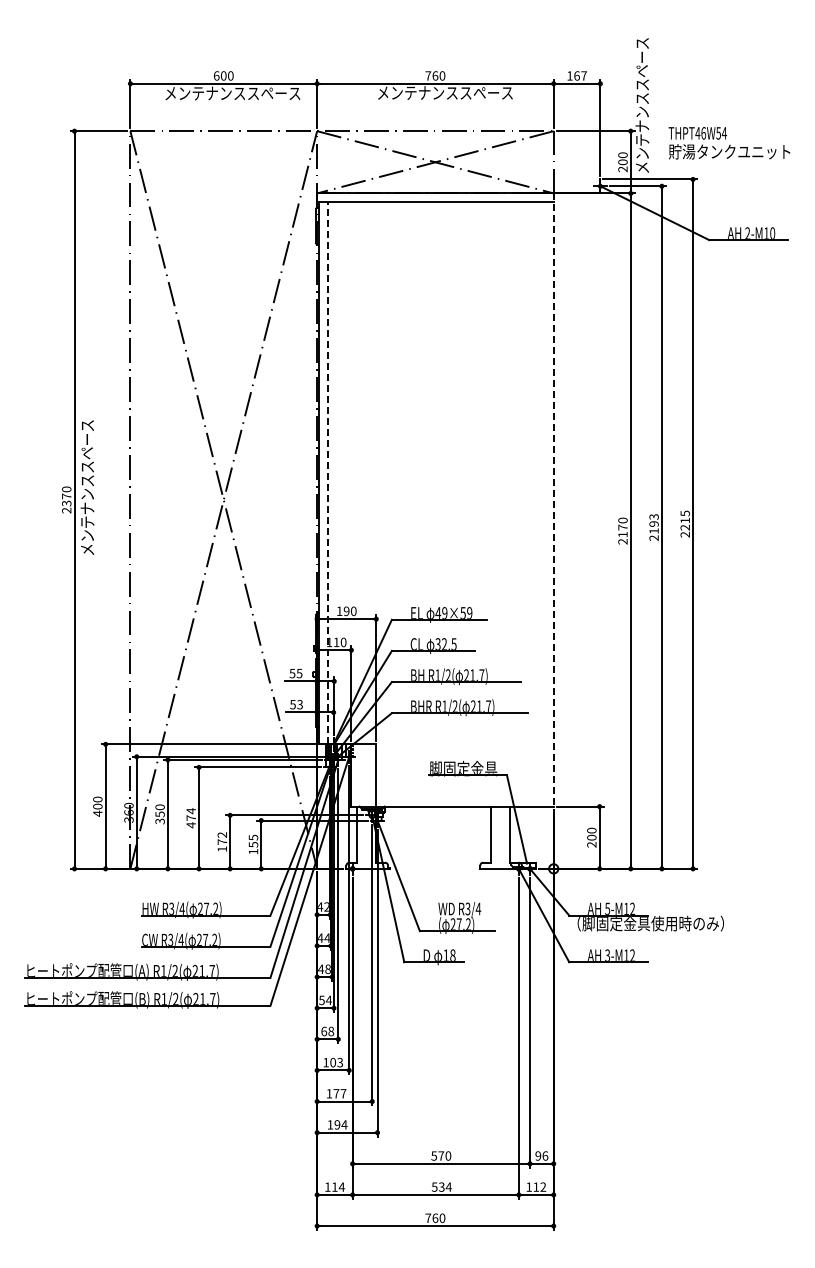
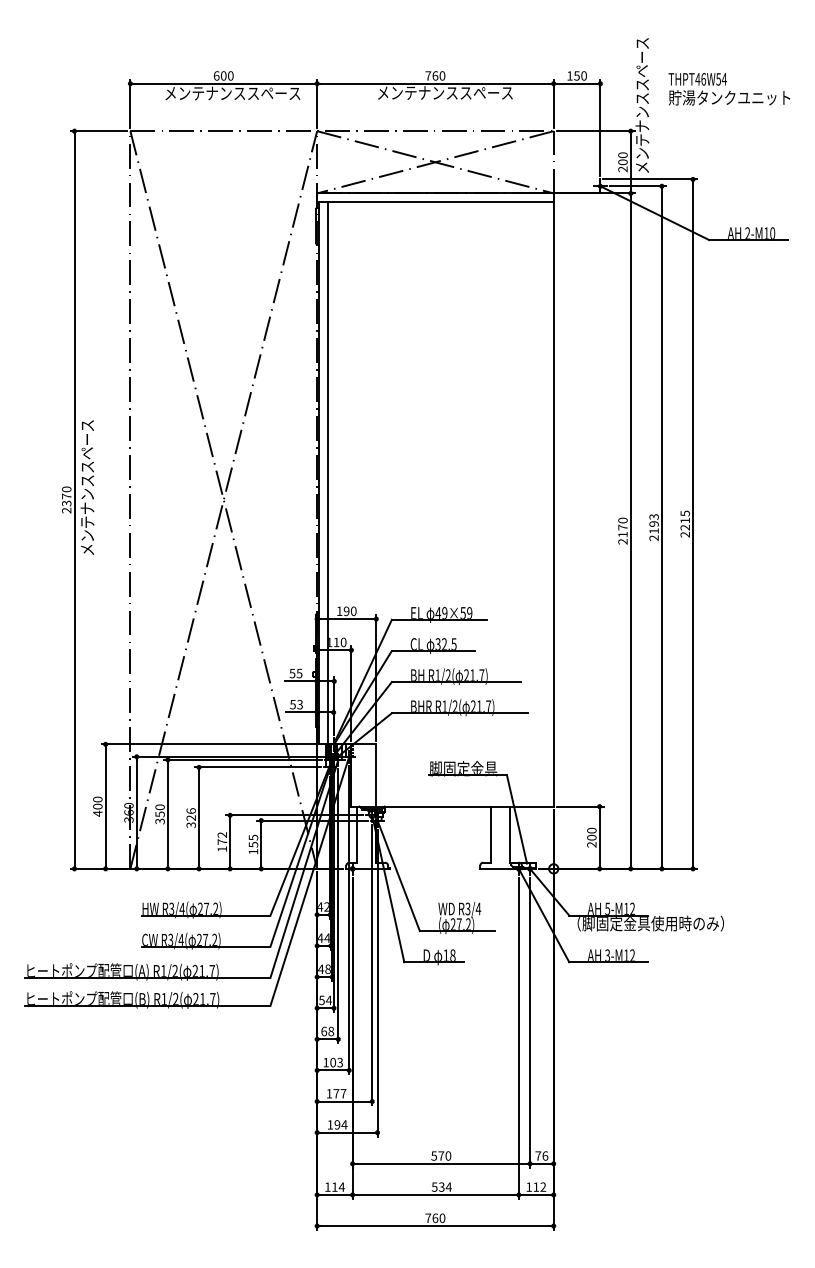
text at (580, 75): 167 -> 150
text at (729, 143) position: (729, 143) -> (729, 89)
line at (328, 472): dashed -> solid
line at (553, 500): dashed -> solid
text at (190, 818): 474 -> 326
text at (538, 1155): 96 -> 76
